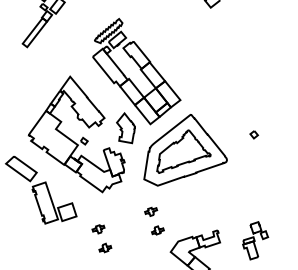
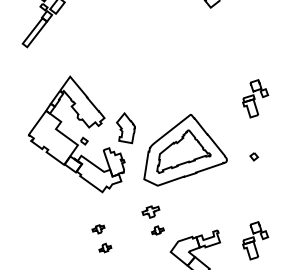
part at (136, 71): present -> none
part at (255, 98): none -> present
part at (254, 134) position: (254, 134) -> (254, 156)
part at (41, 189): present -> none
part at (151, 211) size: 15x11 px -> 20x14 px
